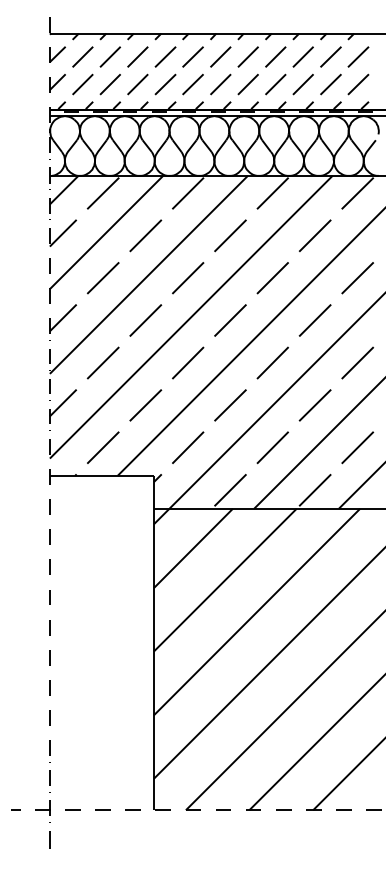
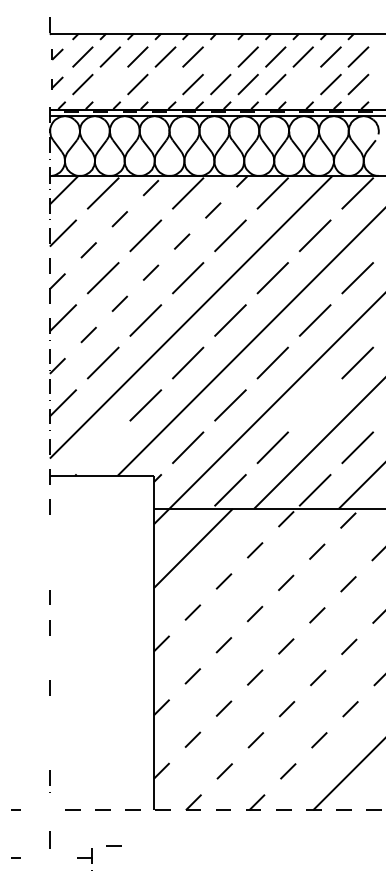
part at (57, 54) size: 17x17 px -> 13x13 px
line at (220, 56): present -> none
part at (57, 83) size: 17x19 px -> 13x14 px
line at (109, 84): present -> none
line at (165, 84): present -> none
line at (302, 84): present -> none
line at (106, 232): solid -> dashed
line at (149, 274): solid -> dashed
line at (314, 405): present -> none
line at (103, 447): present -> none
line at (49, 536): present -> none
line at (49, 566): present -> none
line at (225, 580): solid -> dashed
line at (257, 612): solid -> dashed
line at (49, 657): present -> none
line at (269, 662): solid -> dashed
line at (286, 710): solid -> dashed
line at (49, 717): present -> none
line at (317, 741): solid -> dashed
line at (49, 751): present -> none
part at (42, 811) position: (42, 811) -> (84, 859)
line at (113, 845): none -> present
line at (15, 857): none -> present
